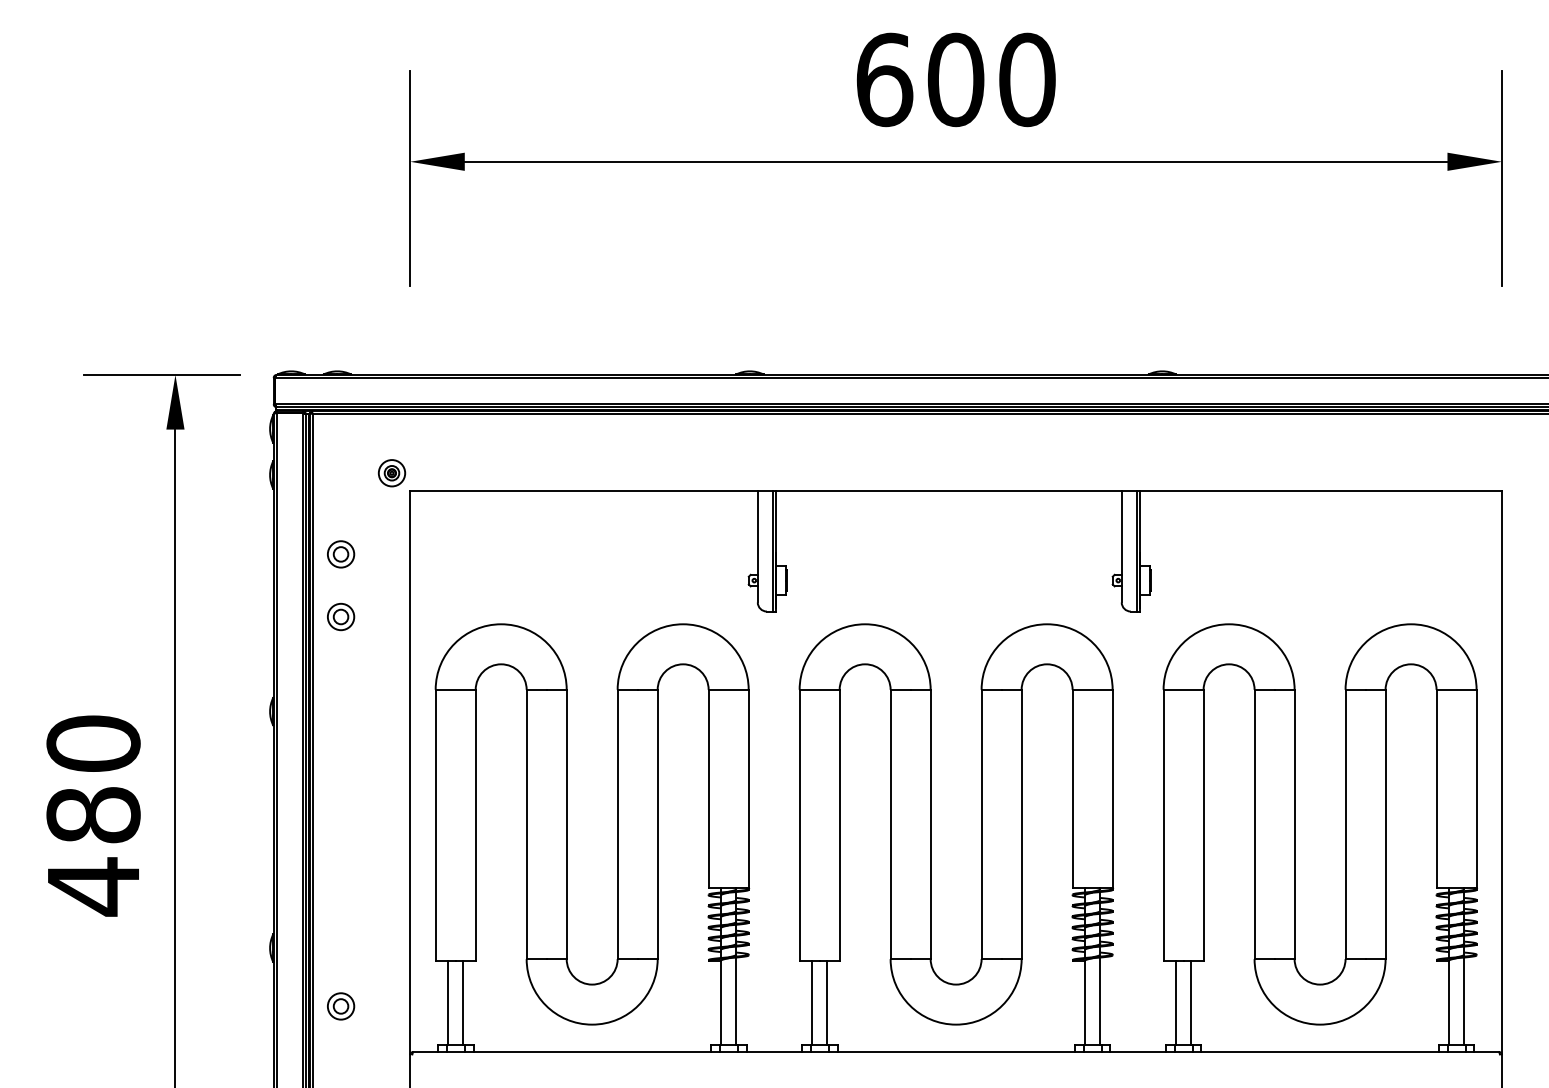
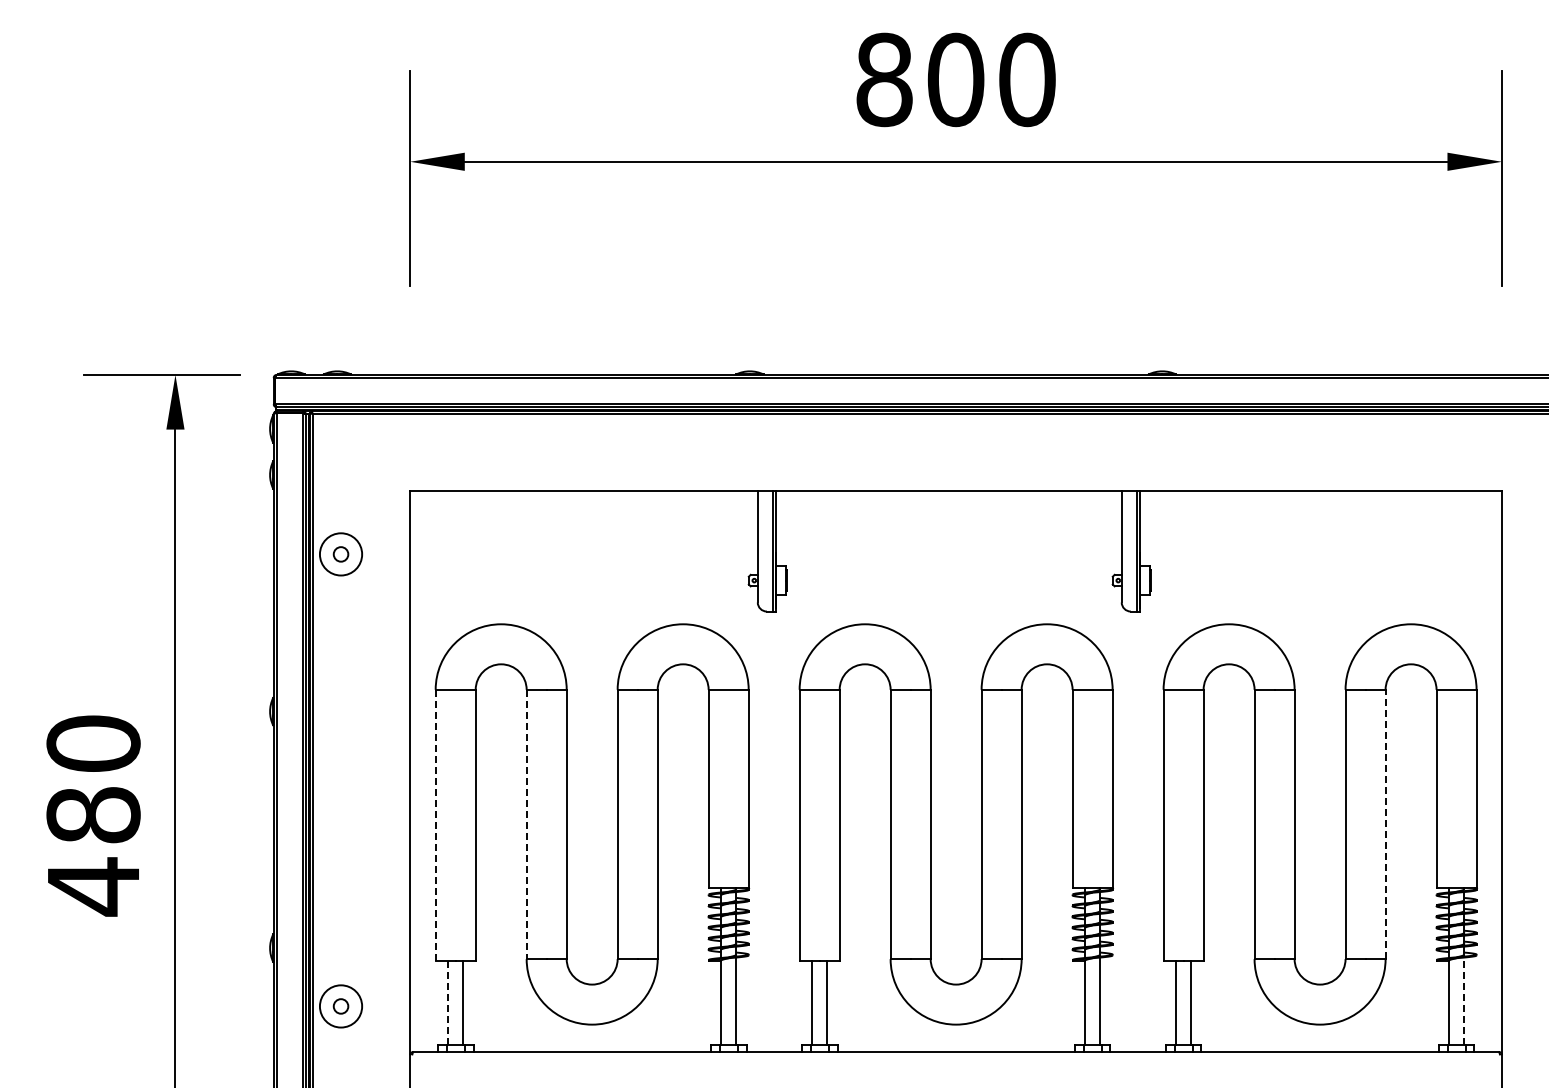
text at (884, 79): 600 -> 800
part at (391, 473): present -> none
circle at (340, 554) diameter: 26 px -> 42 px
part at (341, 616): present -> none
line at (526, 824): solid -> dashed
line at (1385, 824): solid -> dashed
line at (435, 825): solid -> dashed
line at (1464, 1001): solid -> dashed
line at (447, 1002): solid -> dashed
circle at (340, 1006) diameter: 26 px -> 42 px
